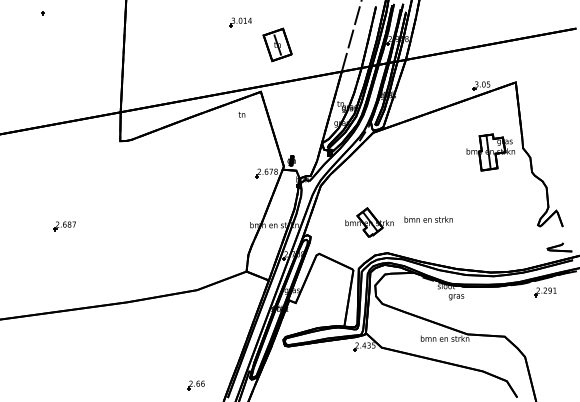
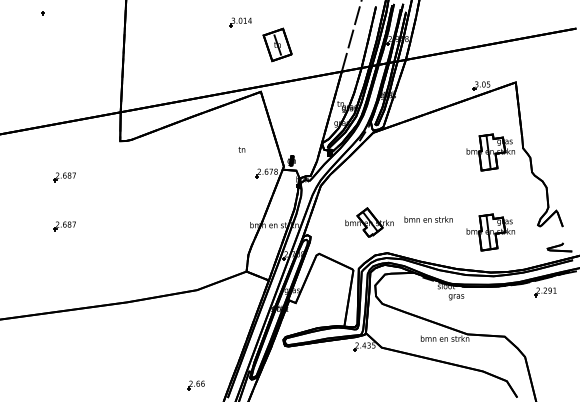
text at (241, 114) position: (241, 114) -> (241, 149)
part at (64, 177): none -> present
part at (490, 232): none -> present
